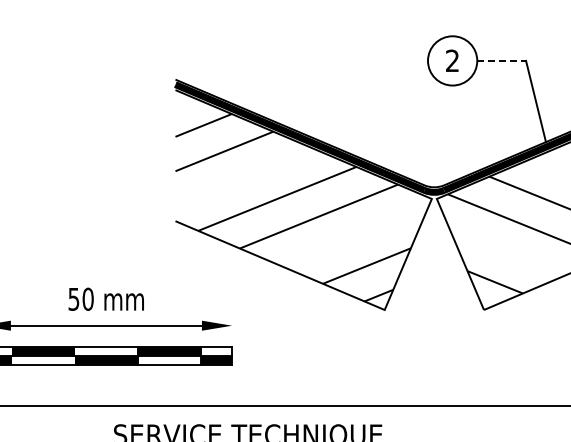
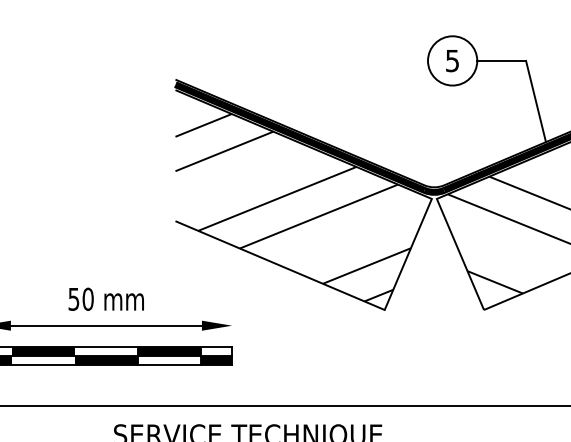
text at (452, 60): 2 -> 5
line at (502, 60): dashed -> solid
